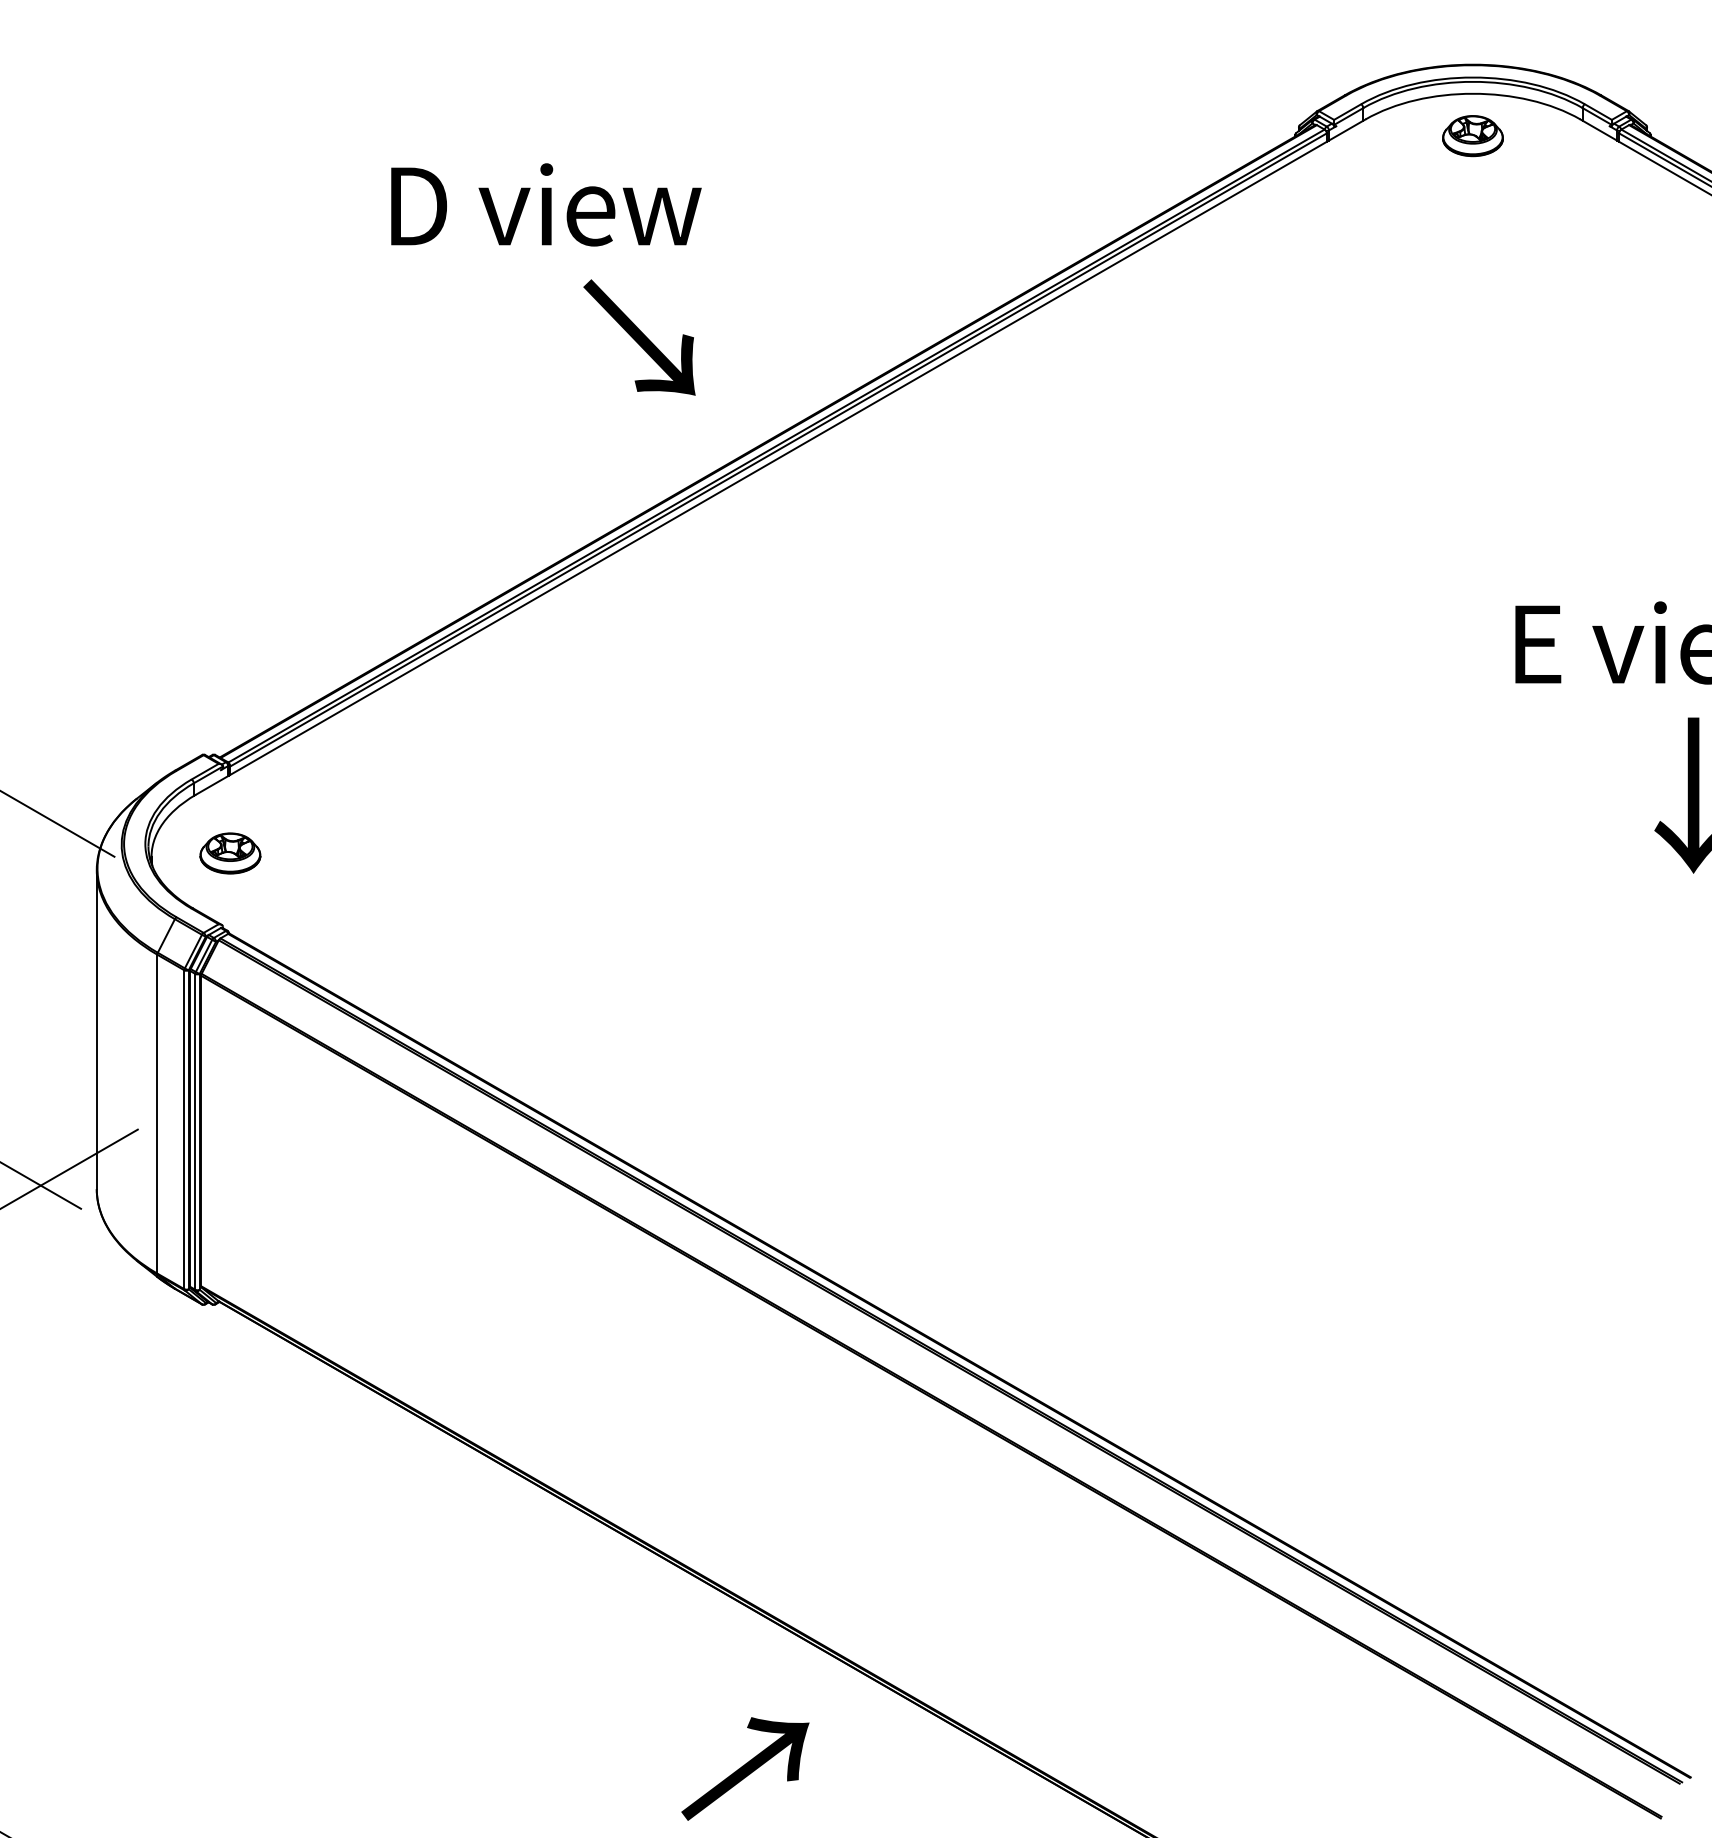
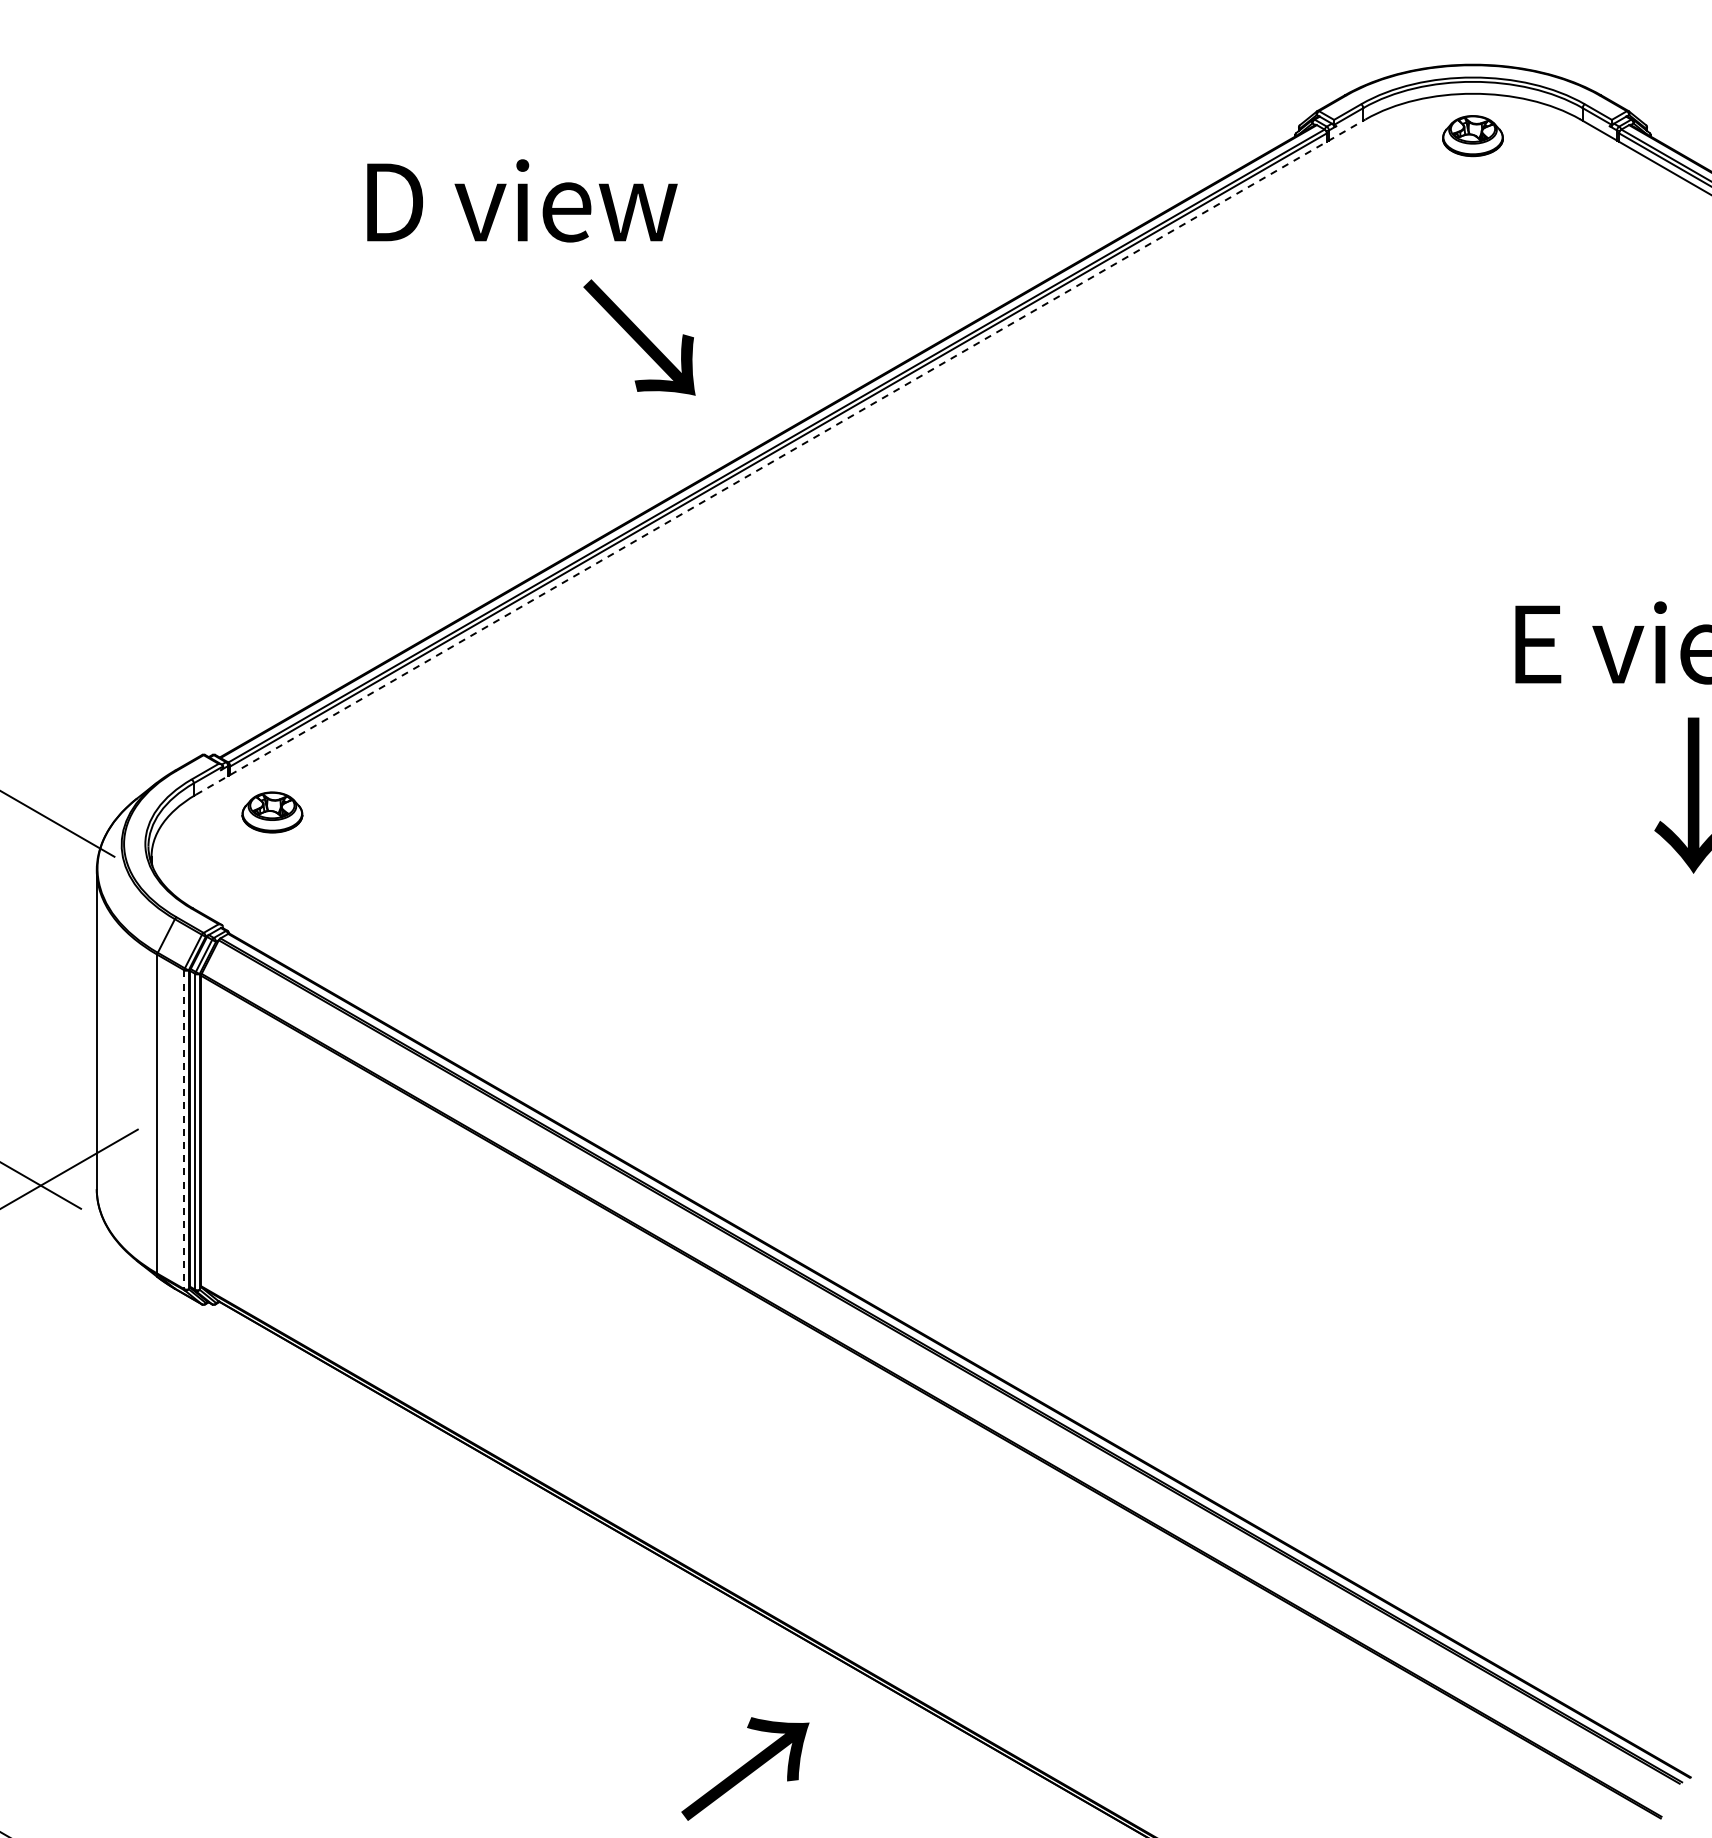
text at (546, 204) position: (546, 204) -> (522, 200)
line at (781, 456): solid -> dashed
part at (230, 853) position: (230, 853) -> (272, 812)
line at (184, 1130): solid -> dashed
